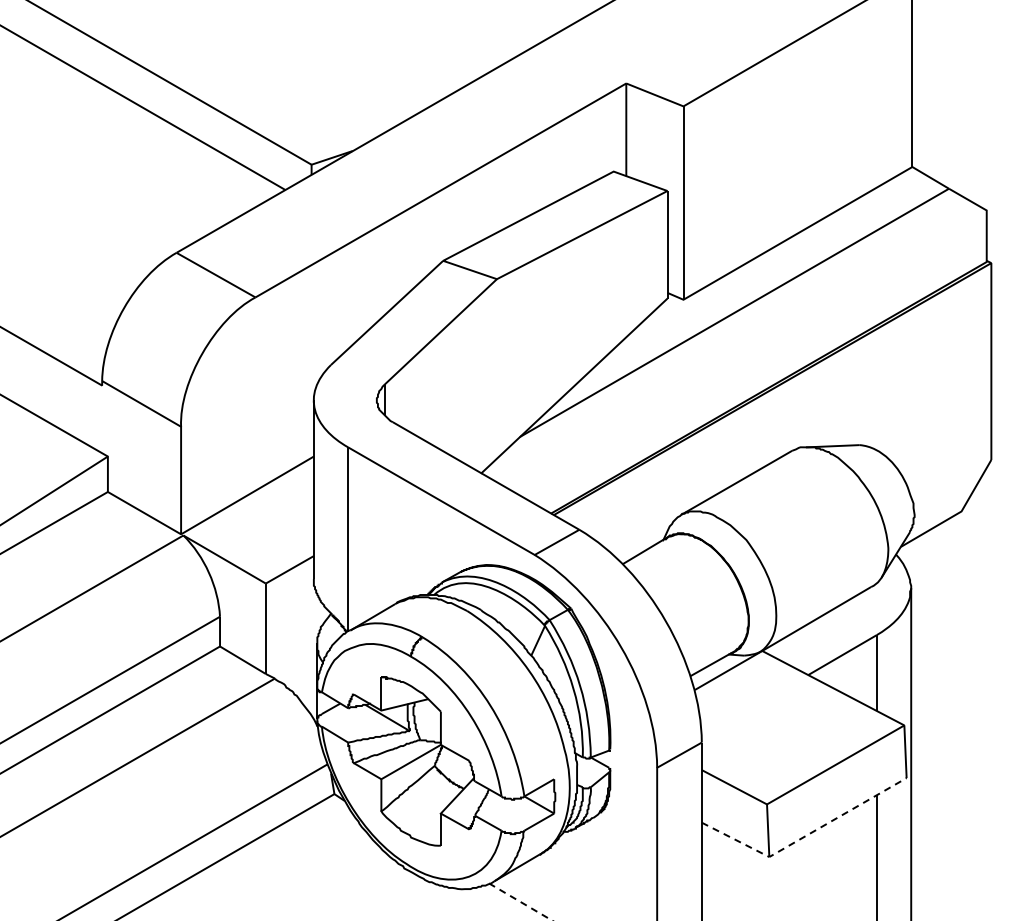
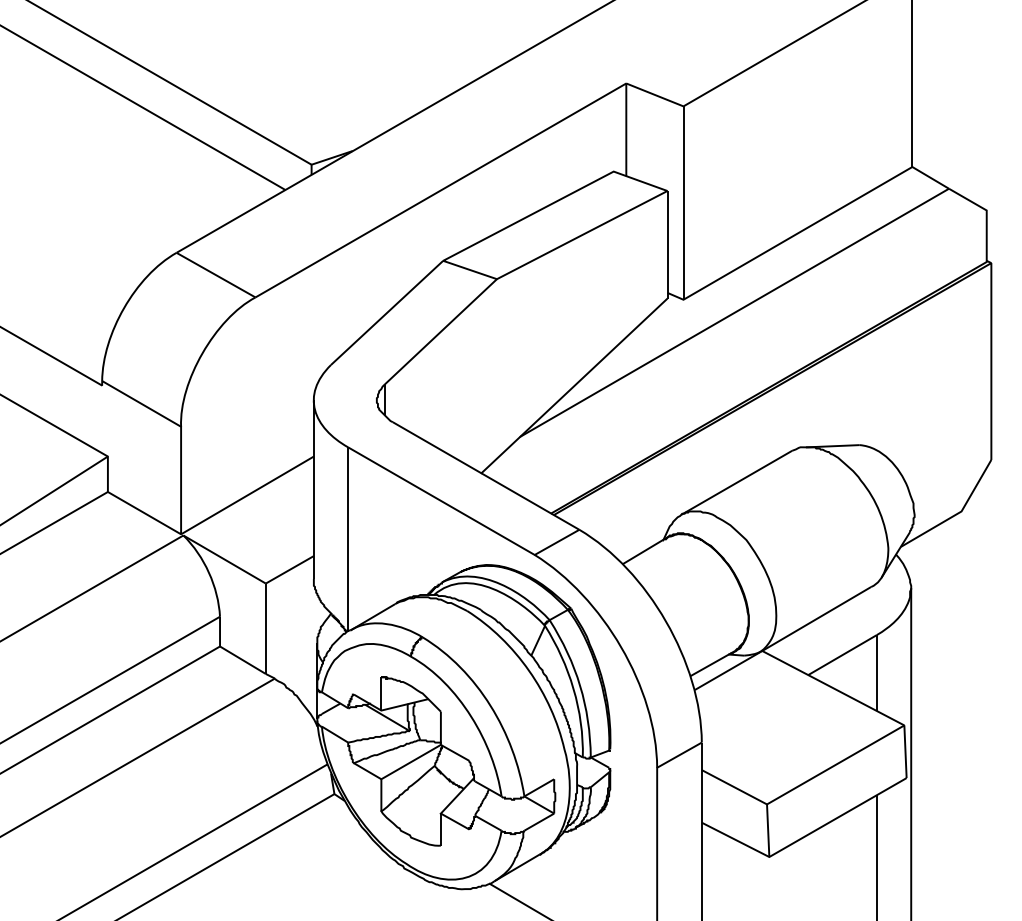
line at (804, 836): dashed -> solid
line at (520, 902): dashed -> solid
